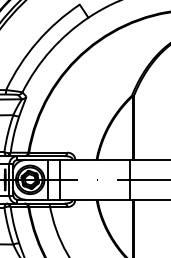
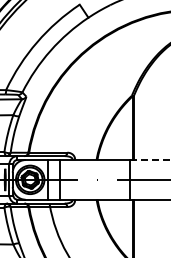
line at (150, 160): solid -> dashed
